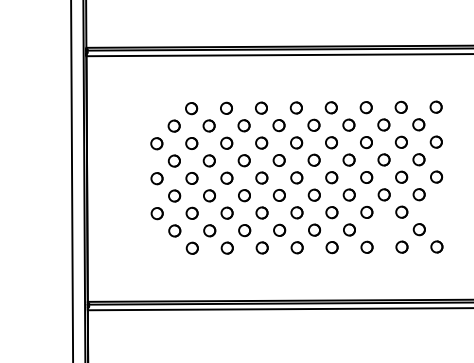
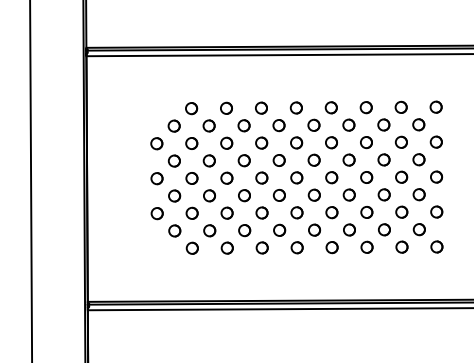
line at (72, 180) position: (72, 180) -> (31, 180)
circle at (436, 211): none -> present
circle at (384, 229): none -> present
